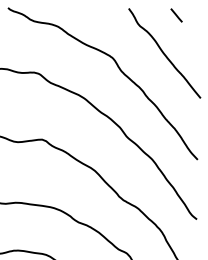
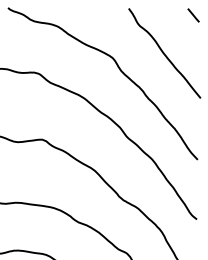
line at (176, 15) position: (176, 15) -> (193, 15)
